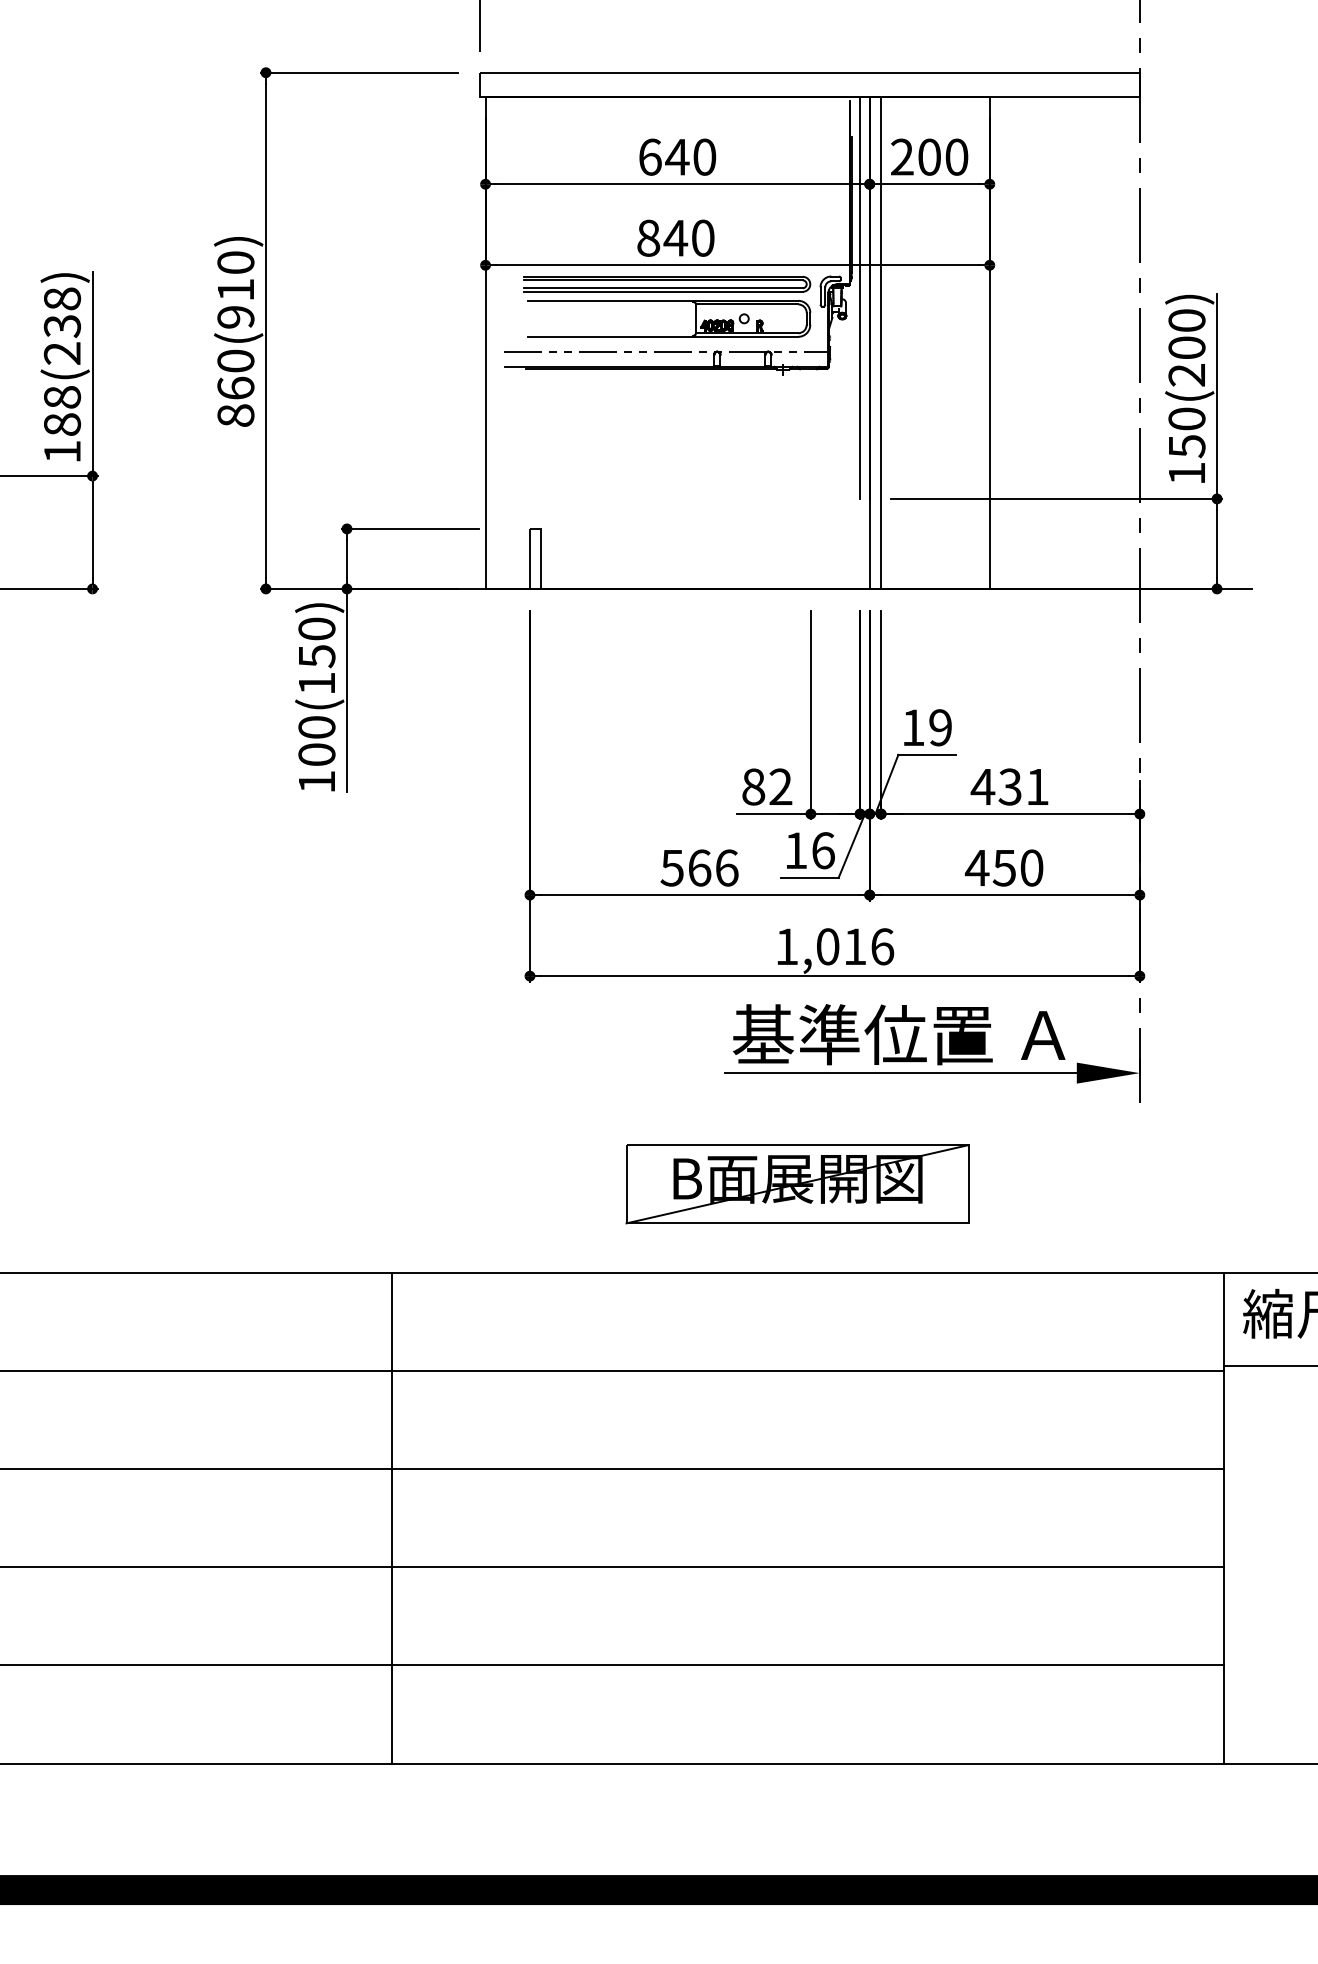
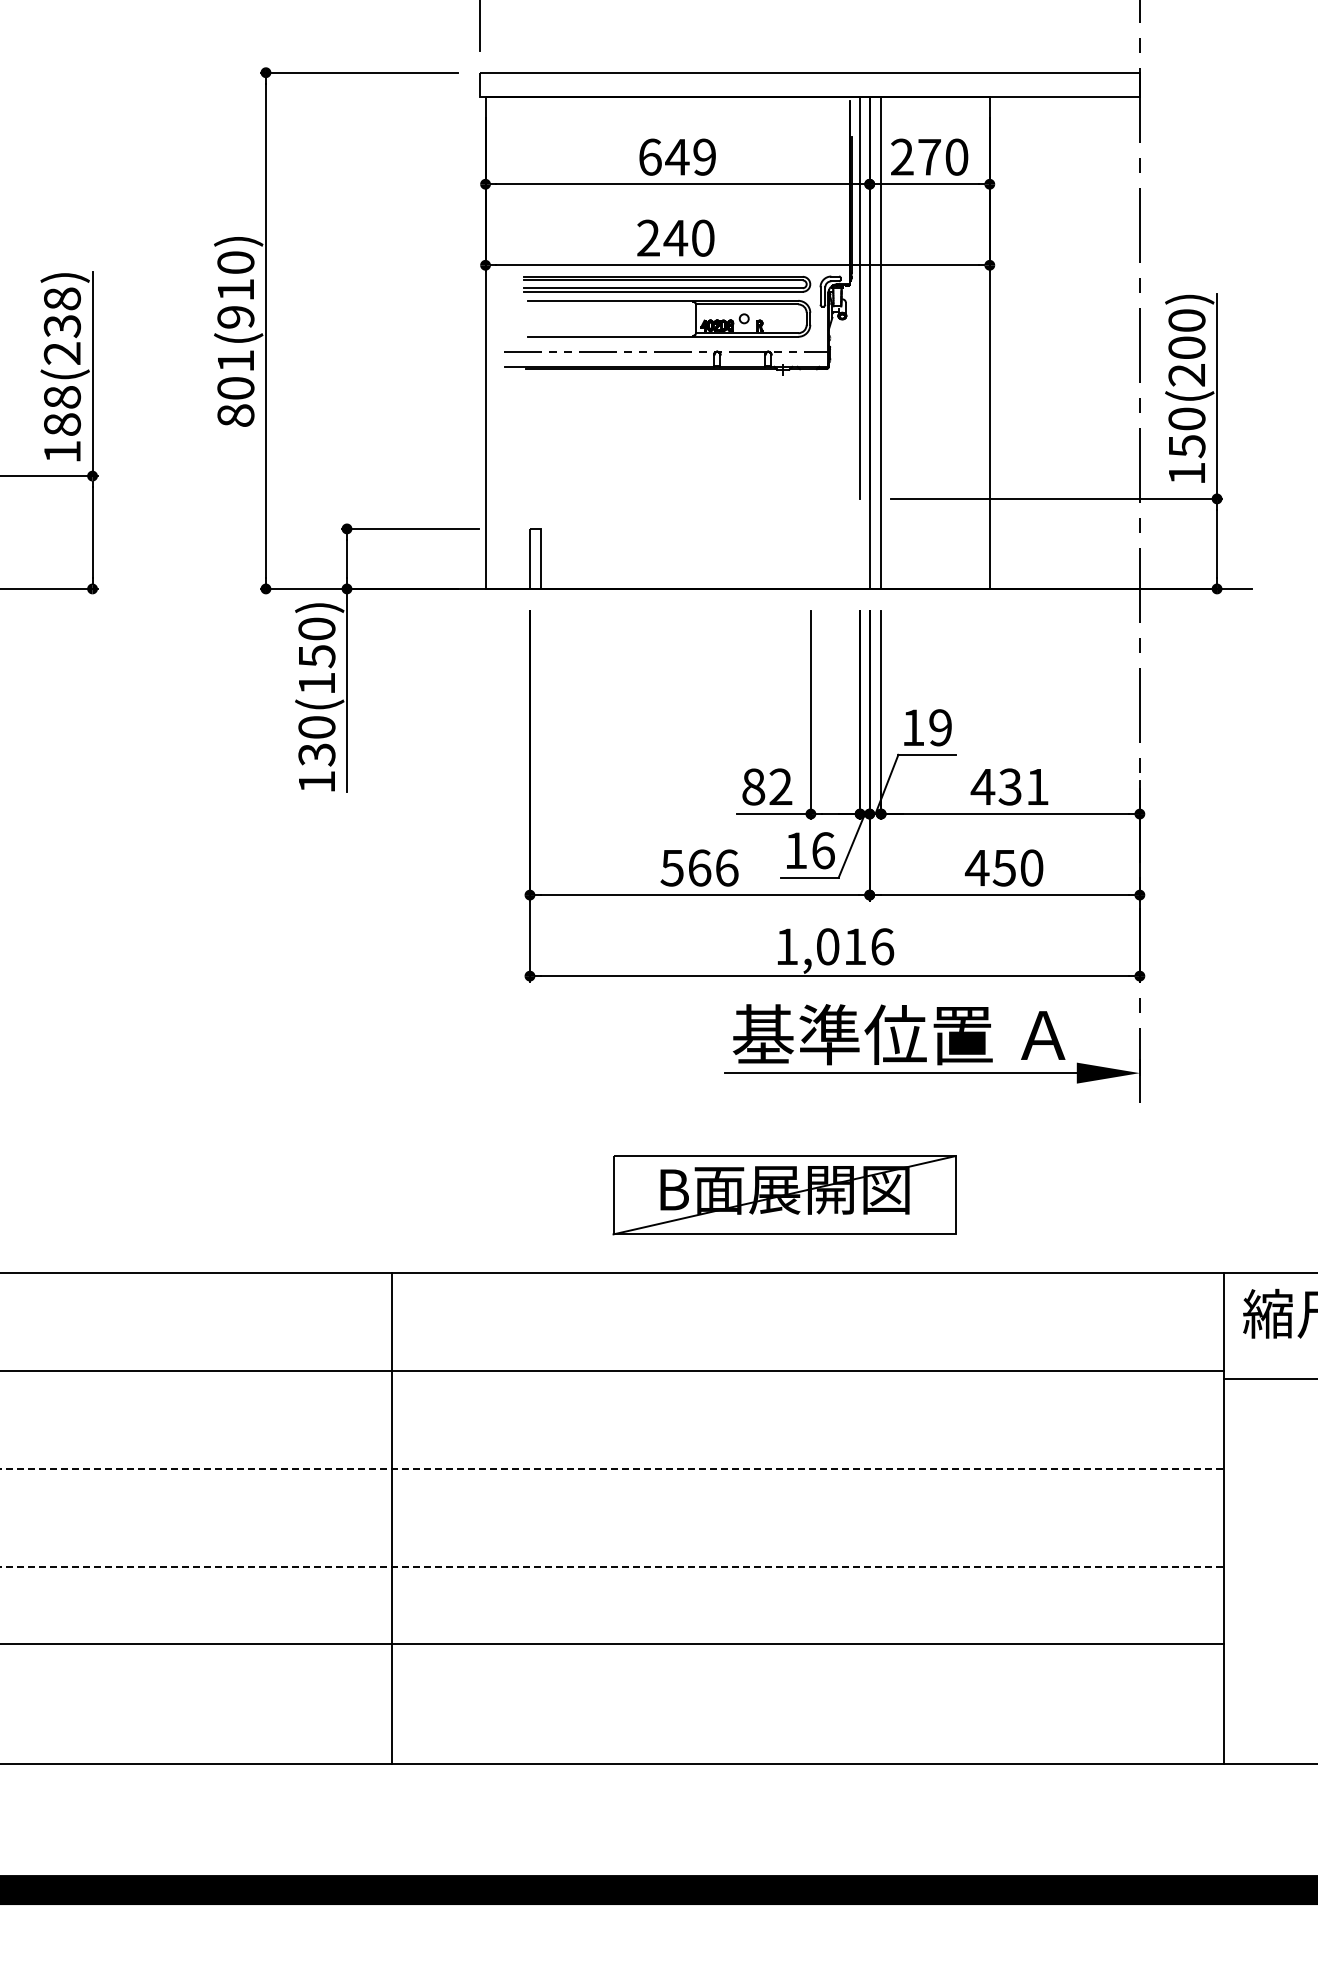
text at (704, 156): 640 -> 649
text at (929, 156): 200 -> 270
text at (648, 237): 840 -> 240
text at (235, 374): 860(910) -> 801(910)
text at (316, 754): 100(150) -> 130(150)
part at (797, 1184) position: (797, 1184) -> (784, 1195)
line at (1269, 1366) position: (1269, 1366) -> (1269, 1379)
line at (612, 1469): solid -> dashed
line at (612, 1566): solid -> dashed
line at (613, 1665) position: (613, 1665) -> (613, 1644)
